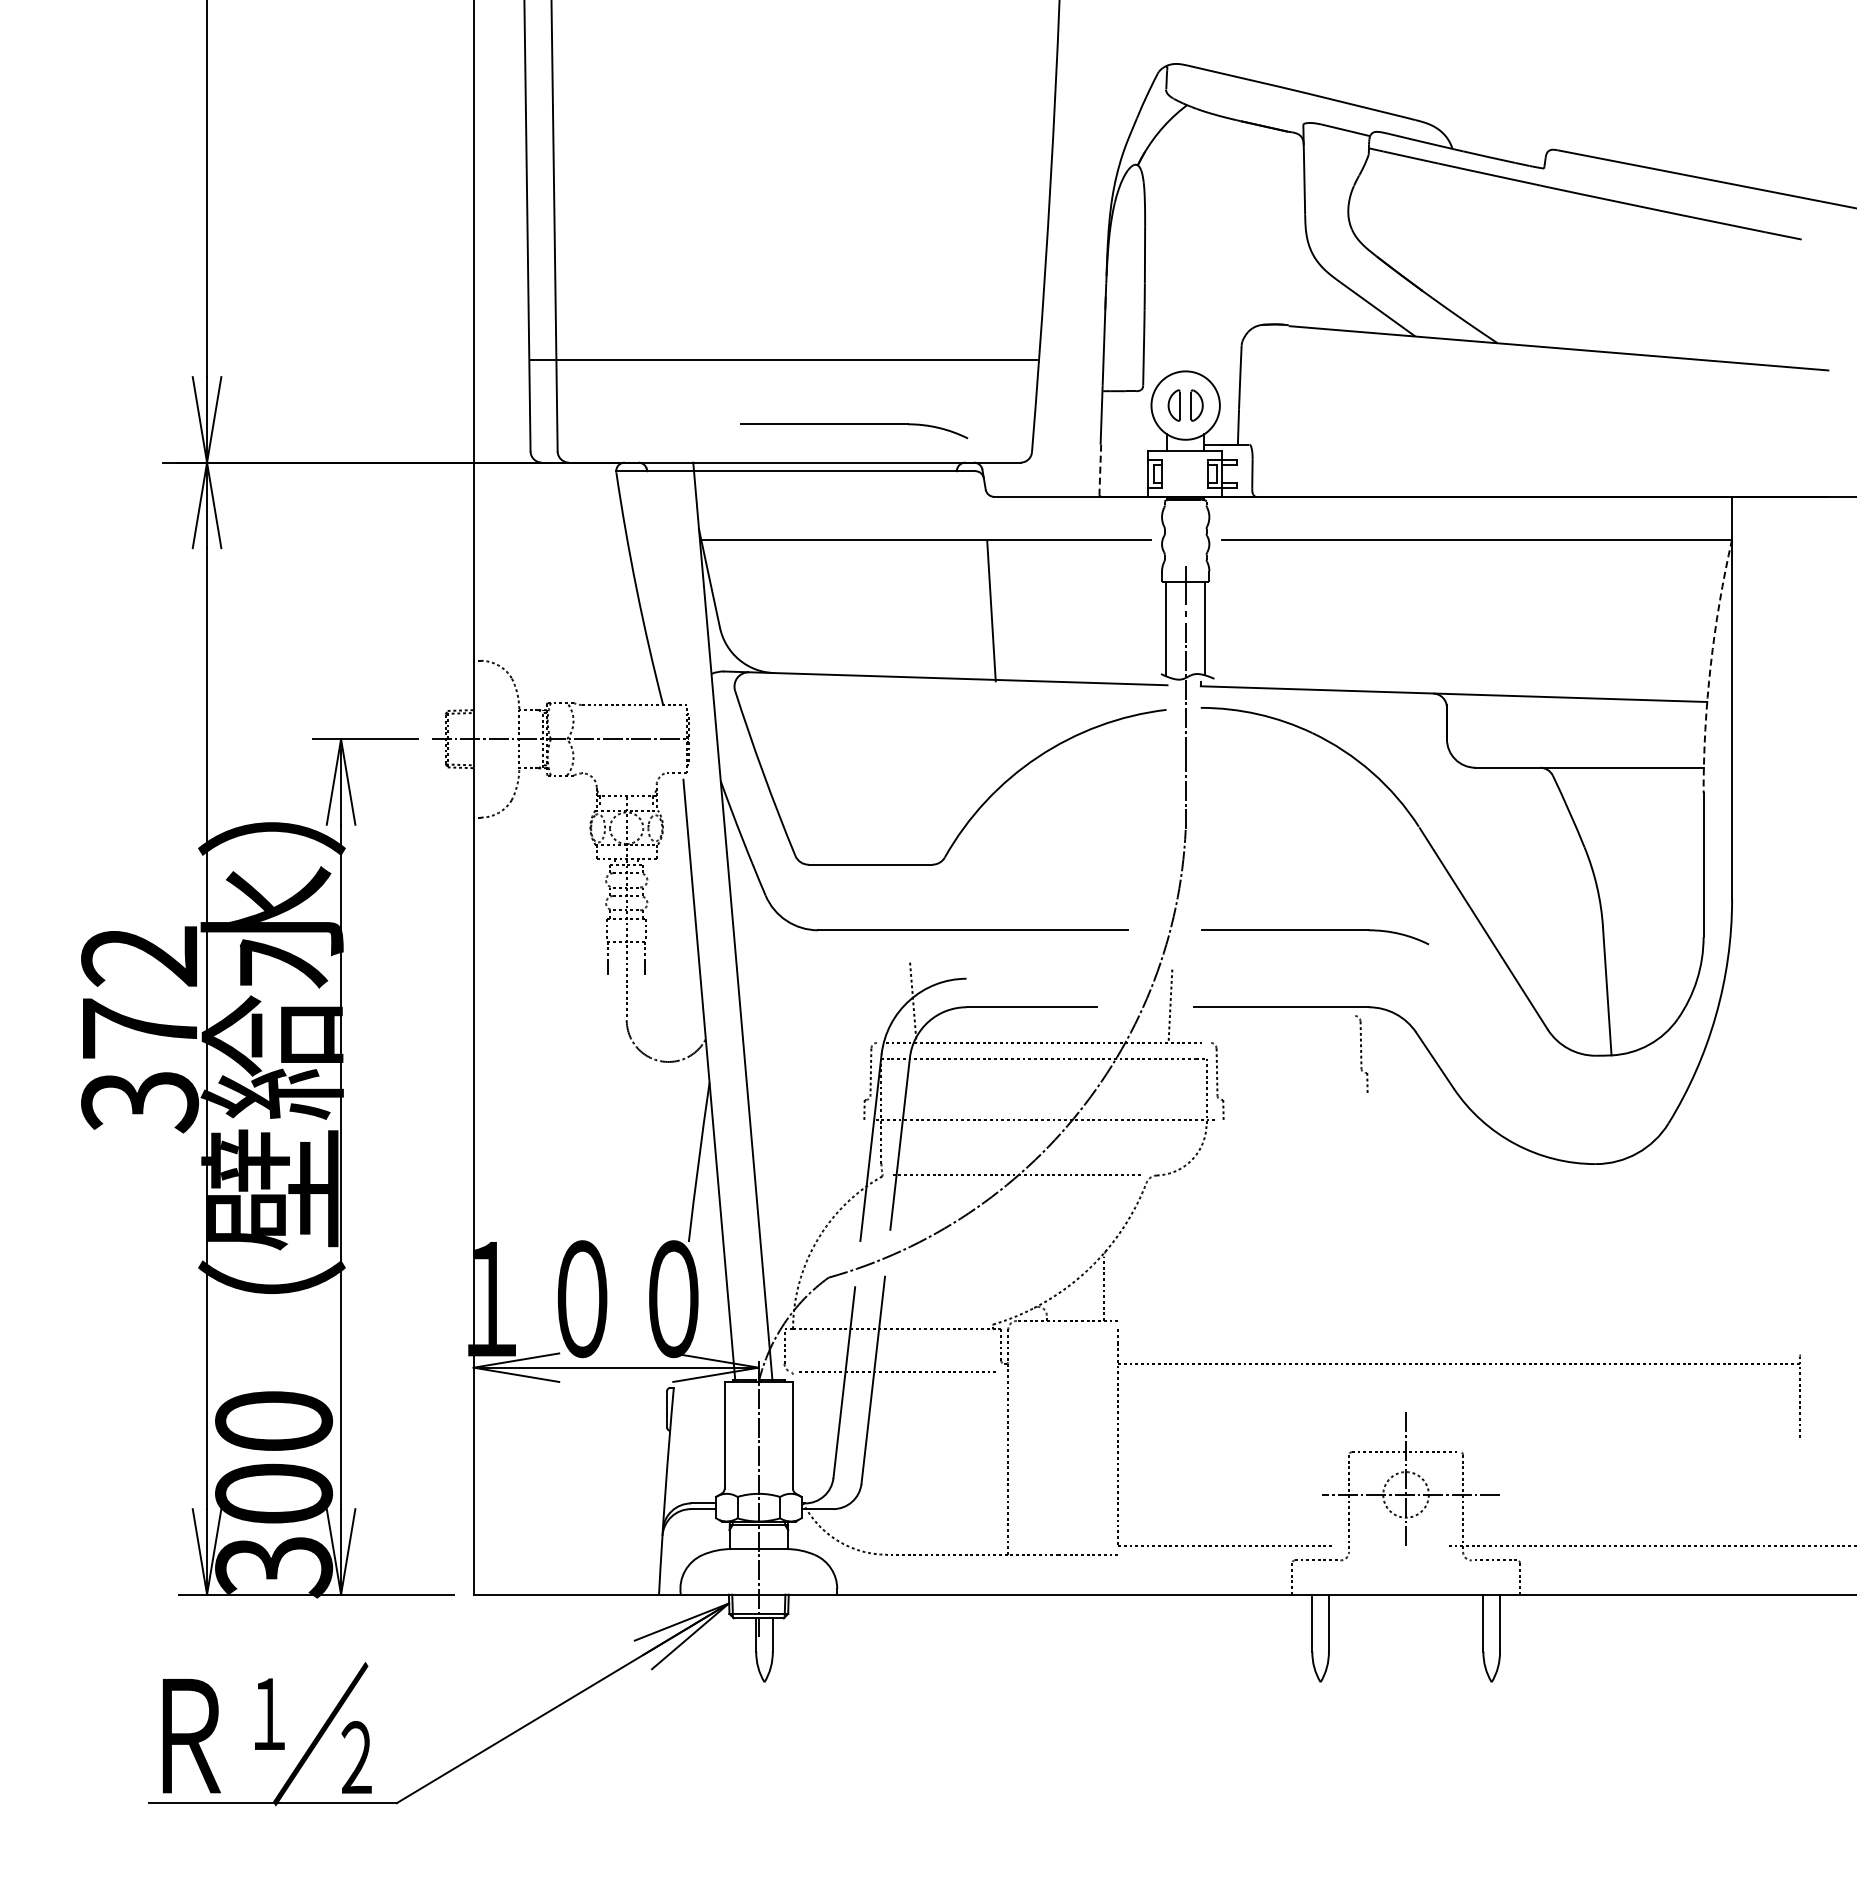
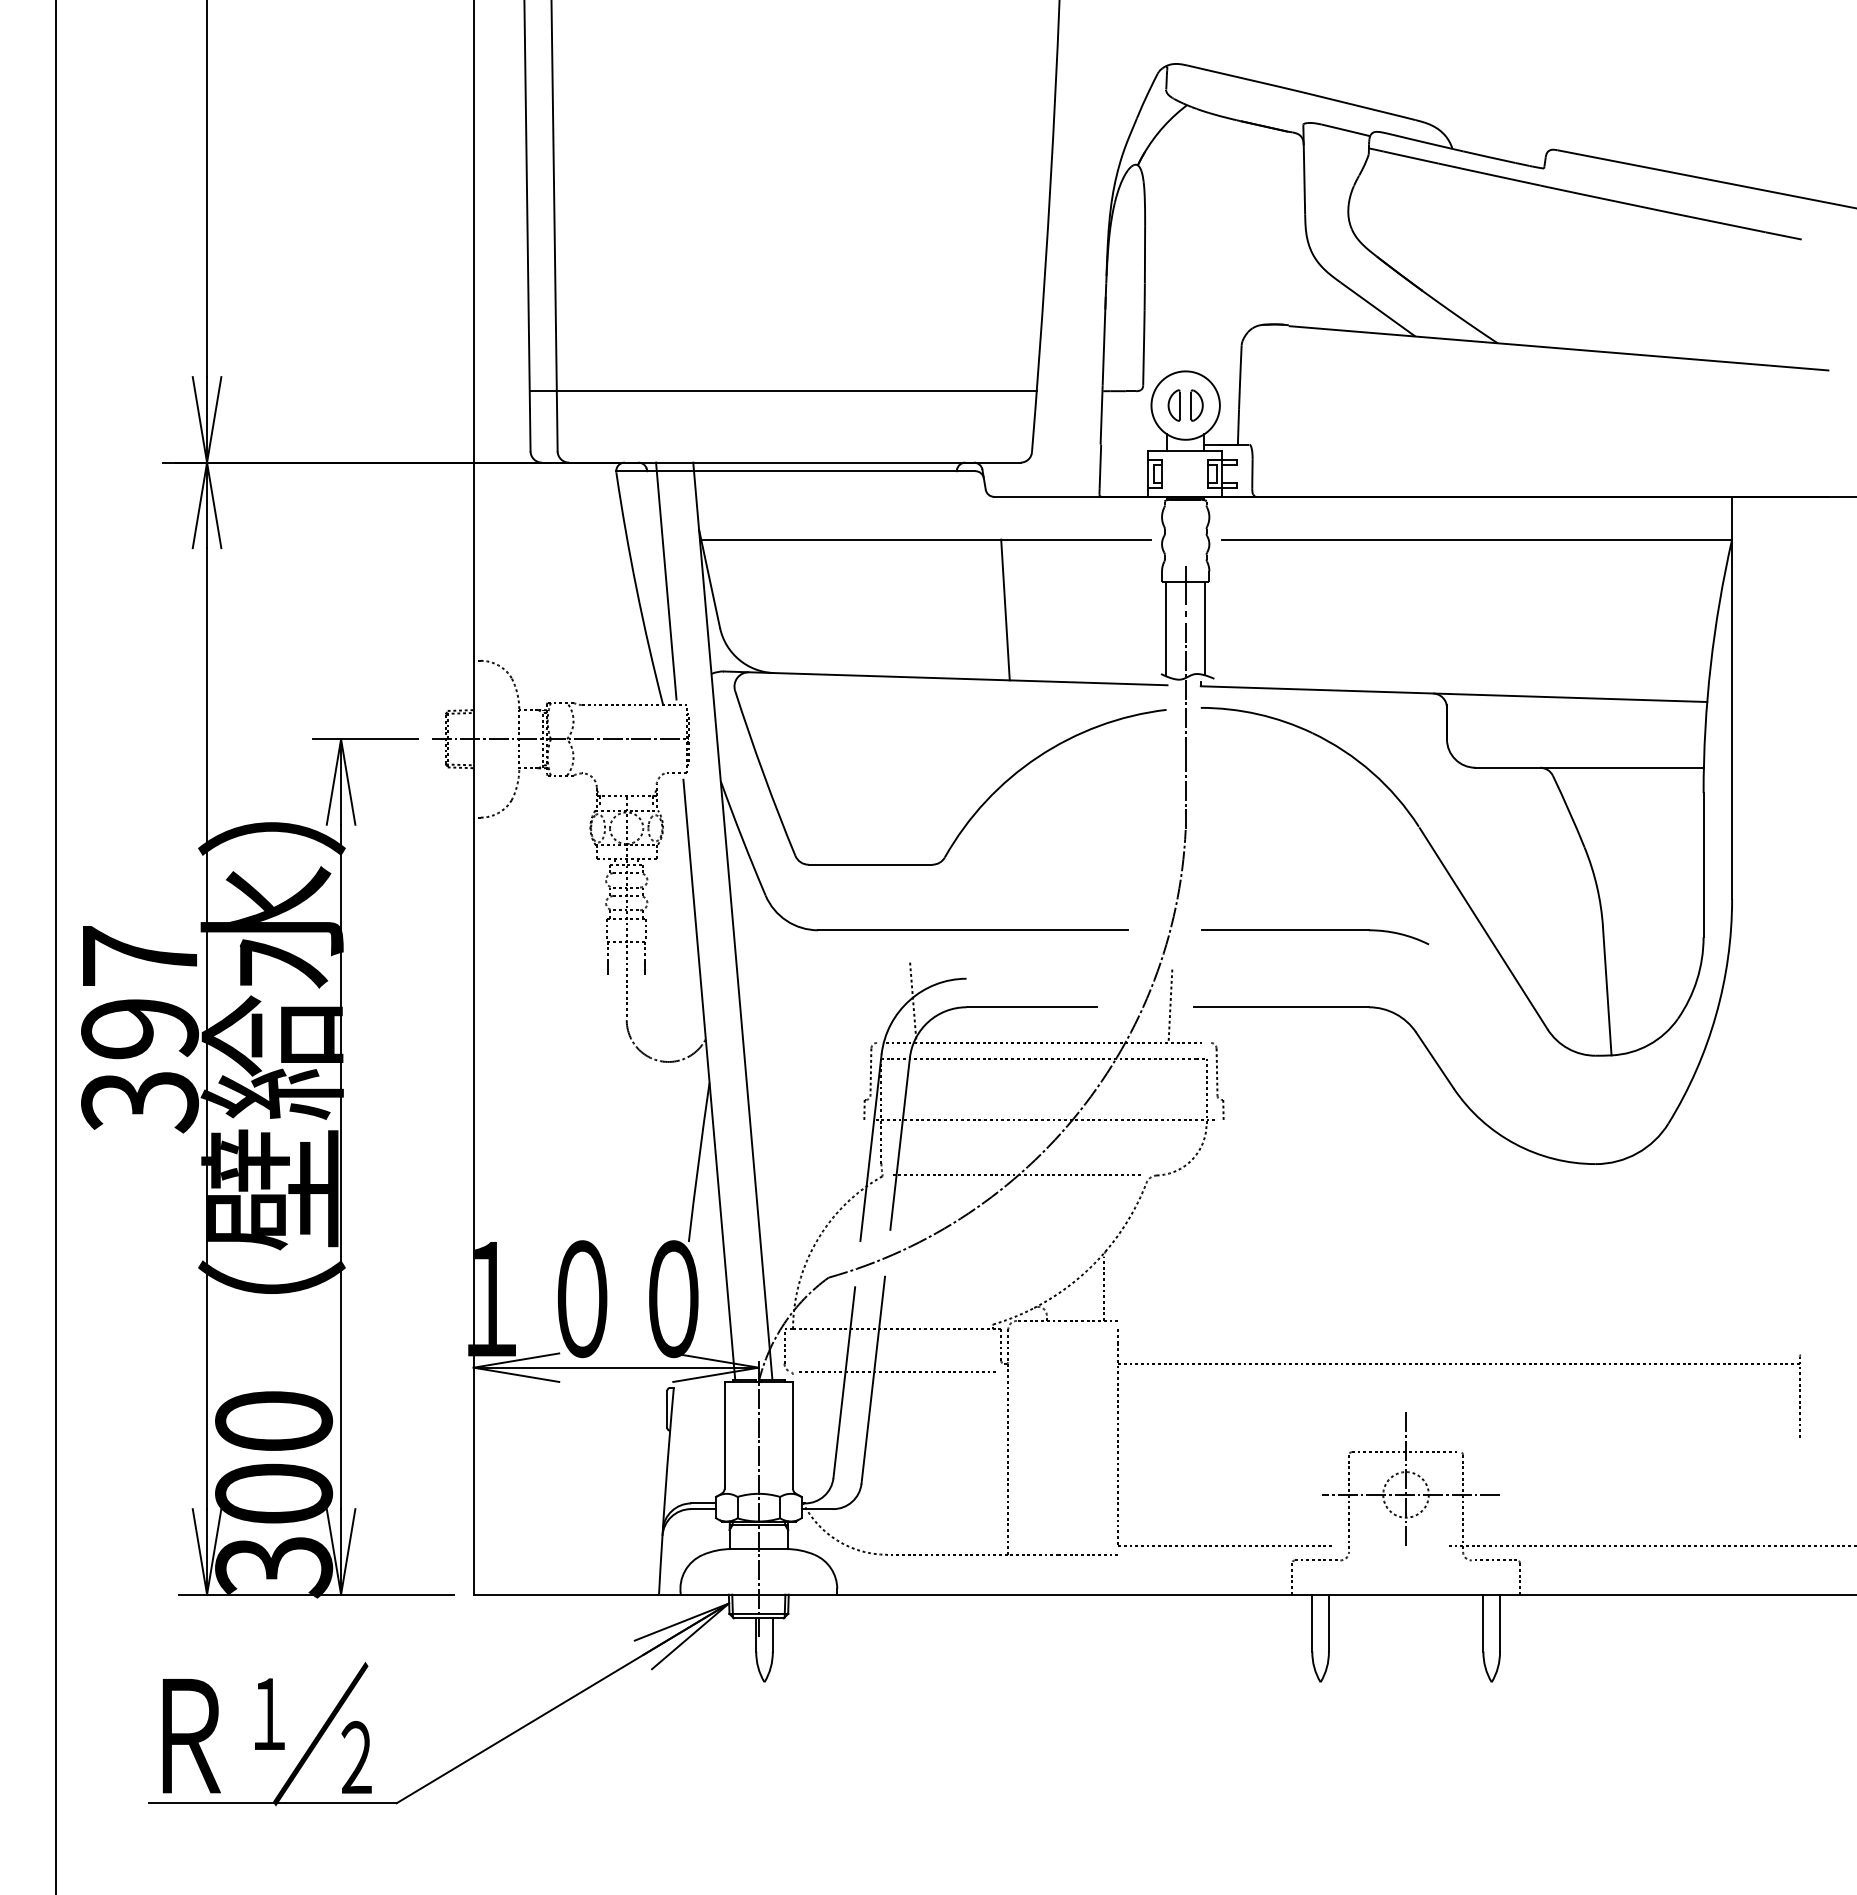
line at (782, 360) position: (782, 360) -> (782, 391)
part at (854, 424): present -> none
line at (1100, 467): dashed -> solid
line at (666, 580): none -> present
line at (991, 610) position: (991, 610) -> (1005, 609)
arc at (1710, 665): dashed -> solid
line at (55, 946): none -> present
text at (140, 992): 372 -> 397
part at (1361, 1053): present -> none
